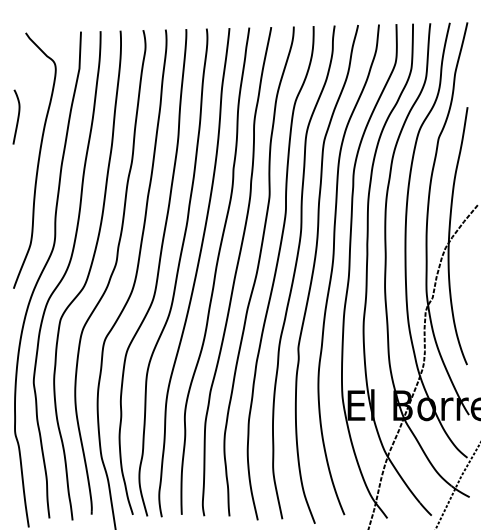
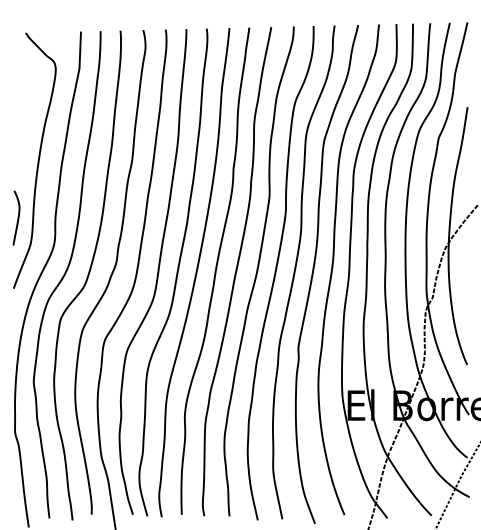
curve at (17, 116) position: (17, 116) -> (17, 217)
